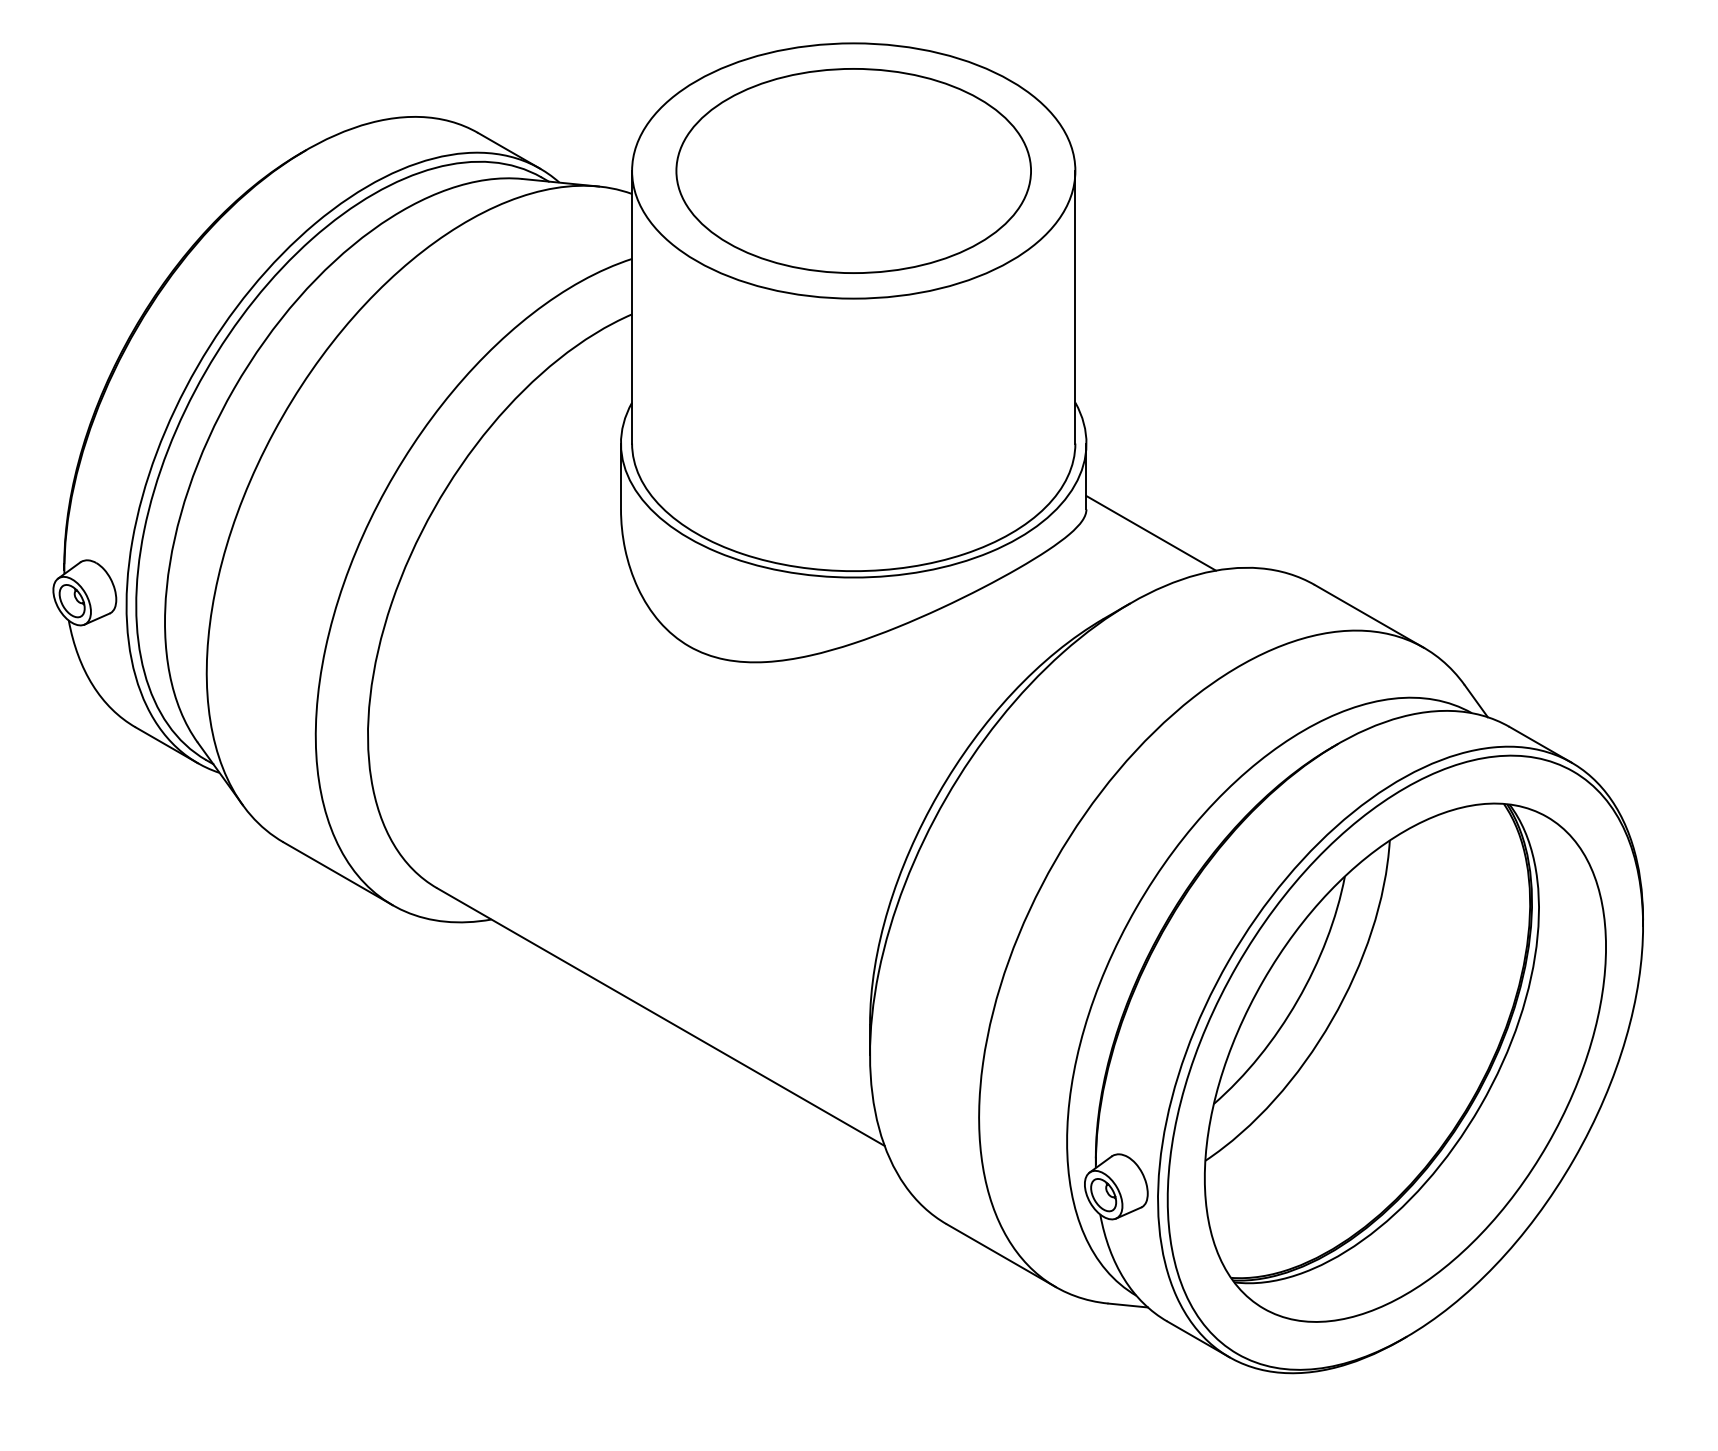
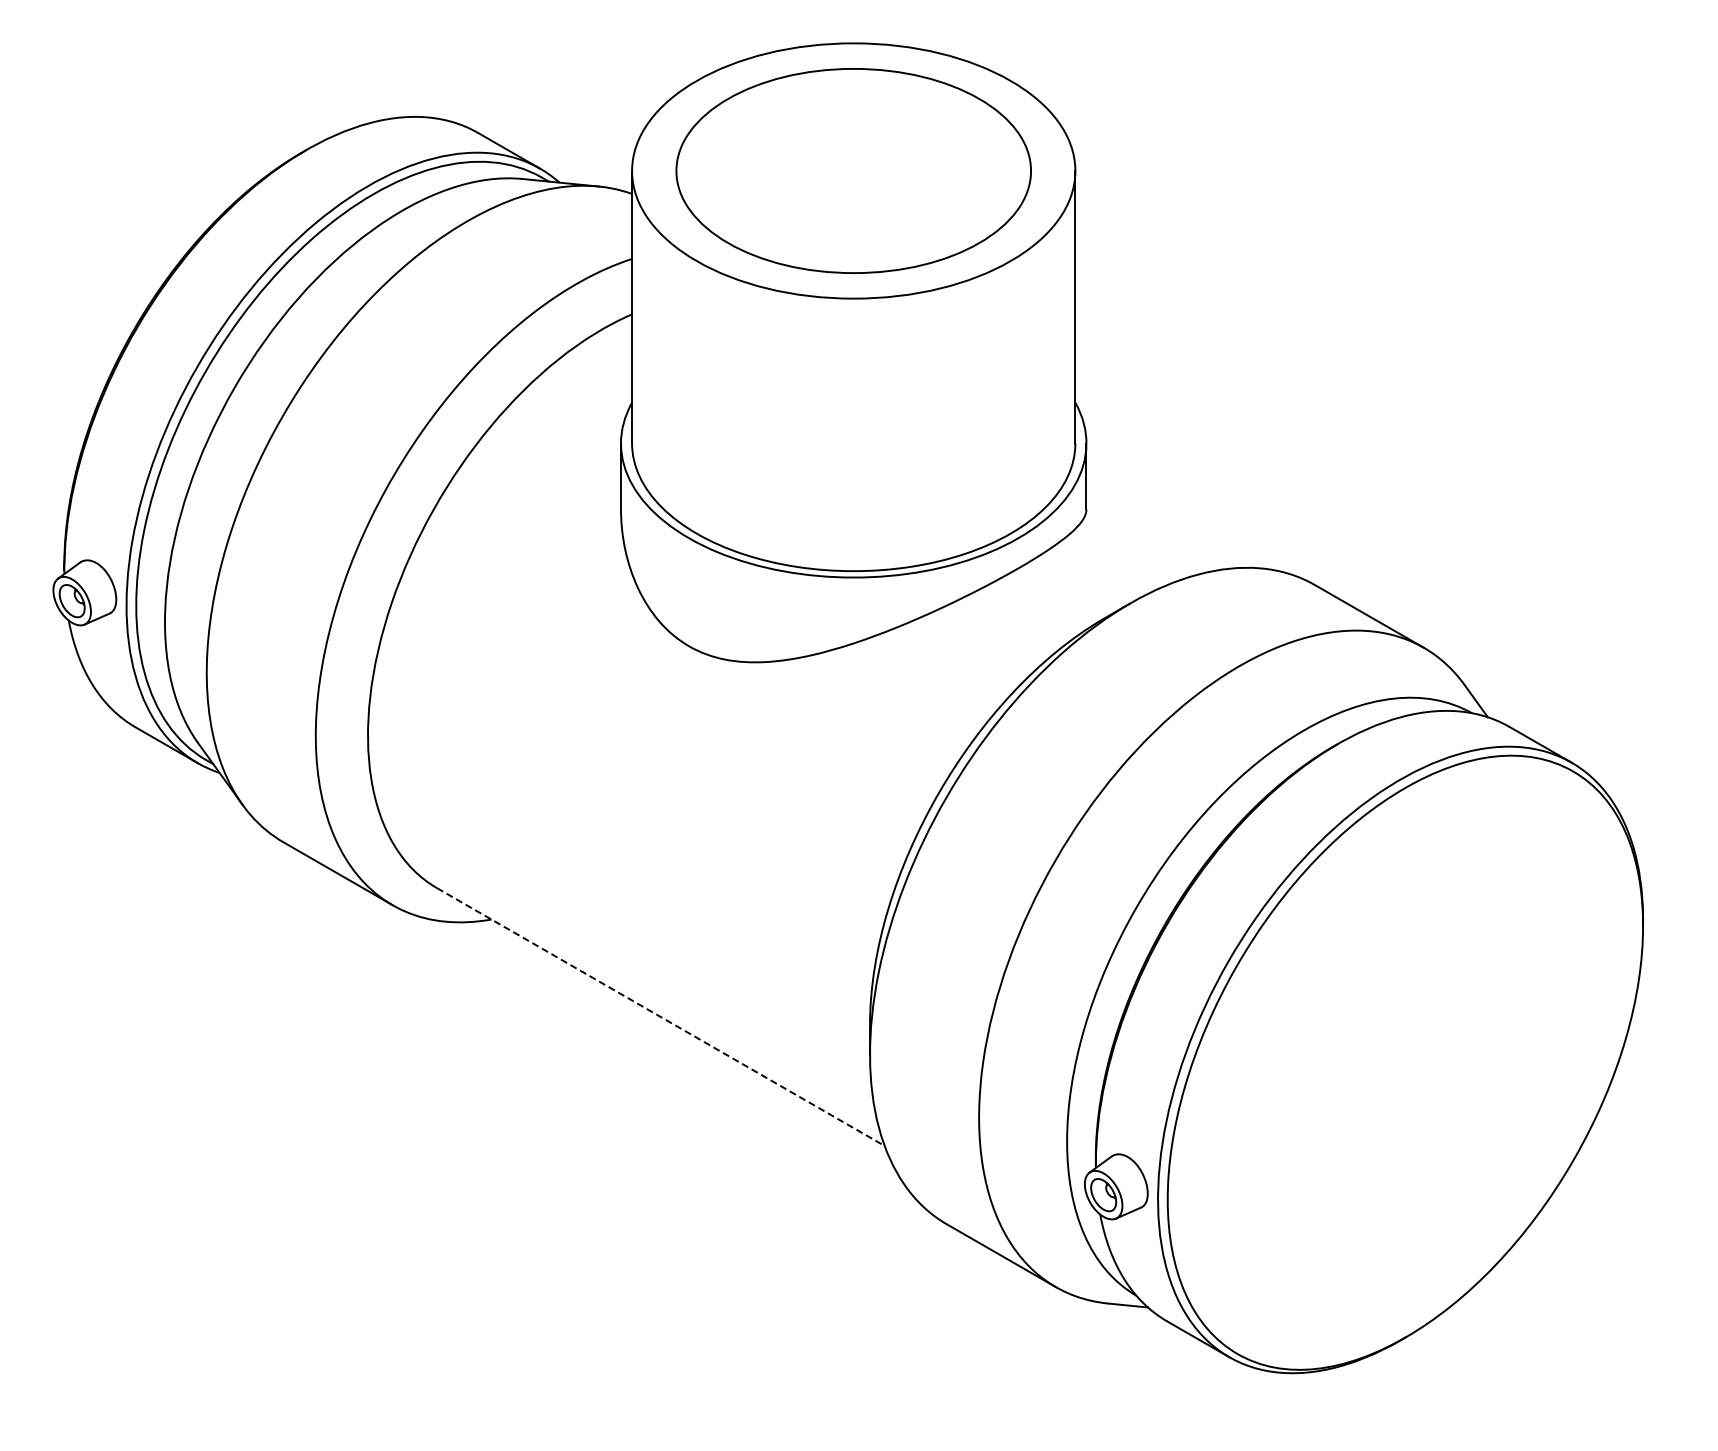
line at (1150, 533): present -> none
line at (661, 1017): solid -> dashed
part at (1405, 1062): present -> none
